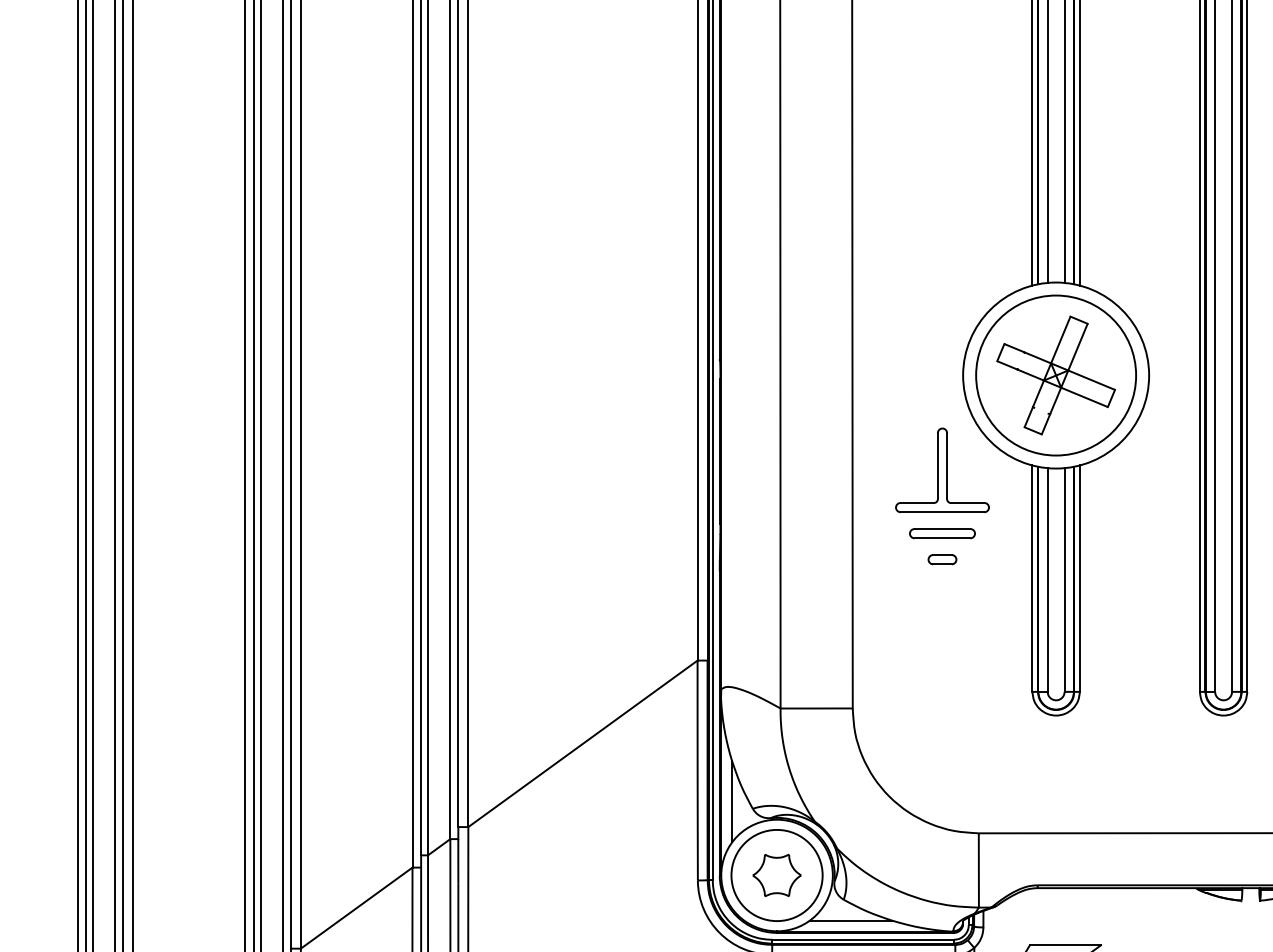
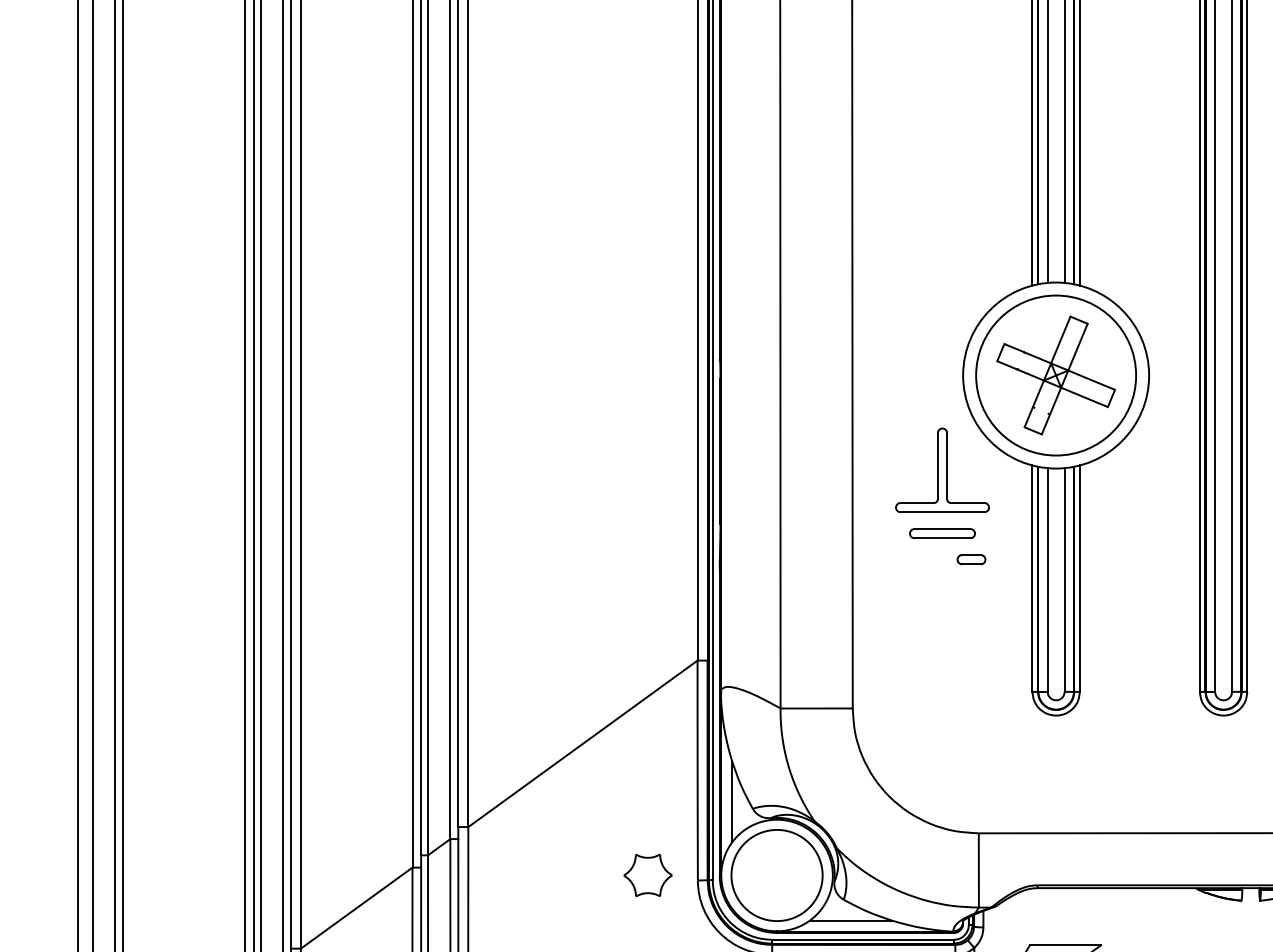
line at (86, 475): present -> none
line at (133, 475): present -> none
part at (942, 559) position: (942, 559) -> (971, 559)
part at (776, 875) position: (776, 875) -> (647, 875)
